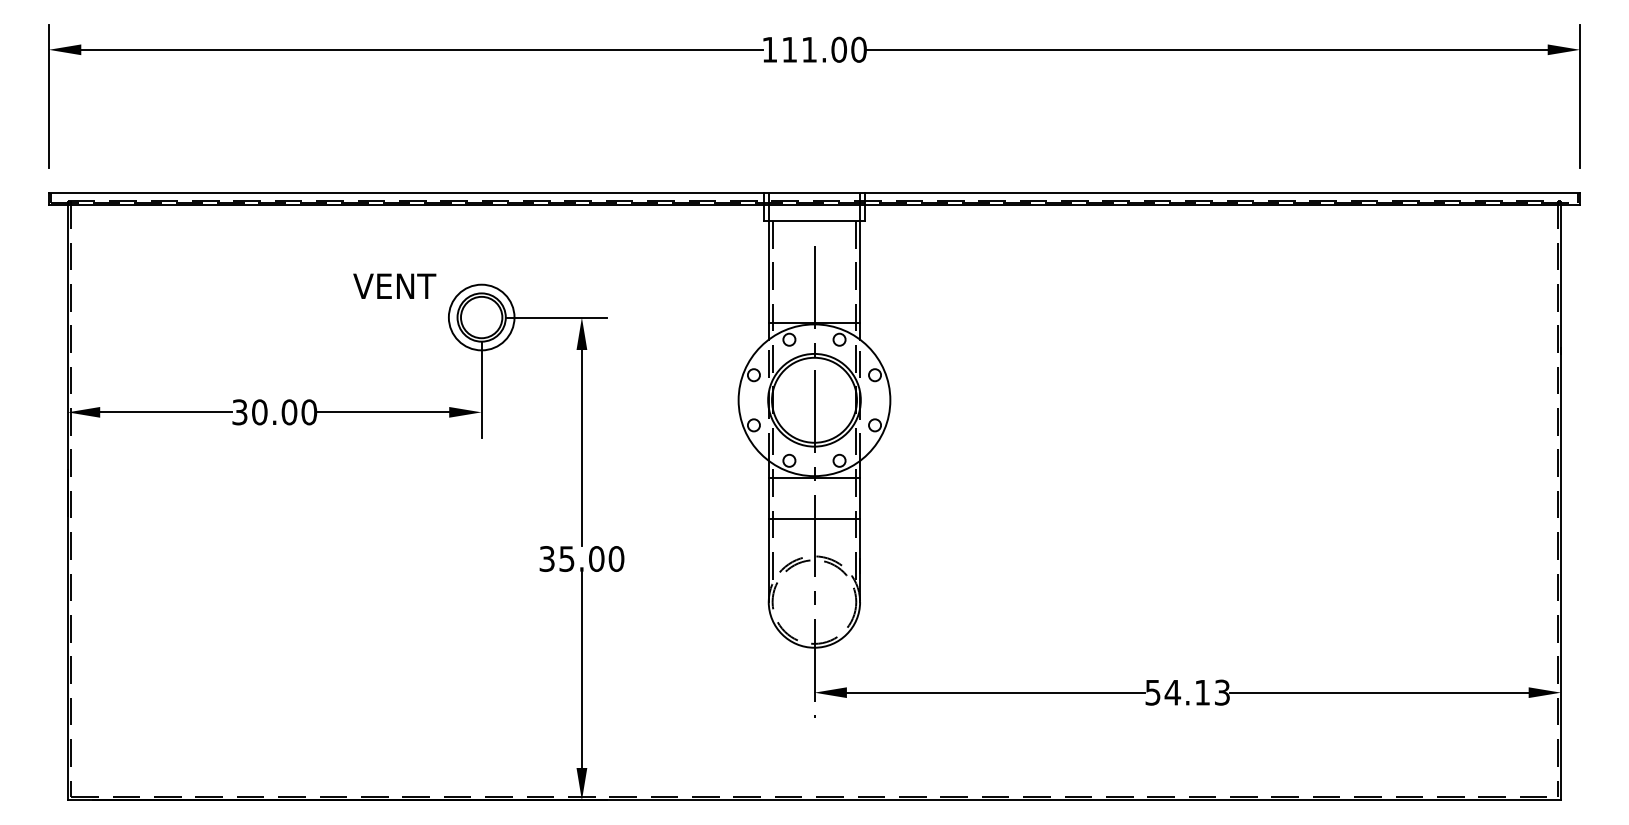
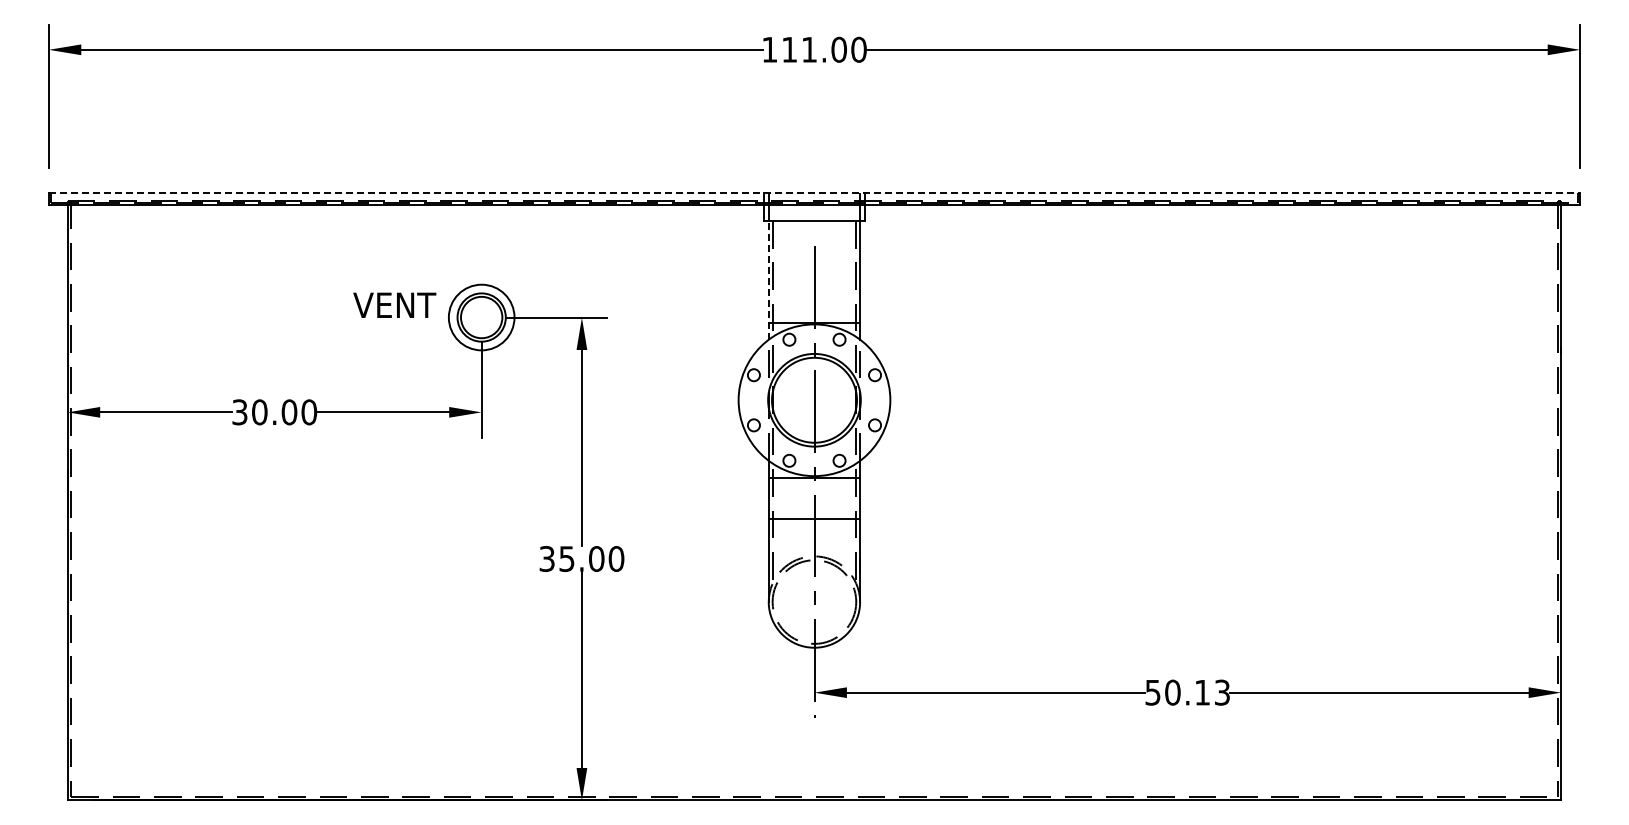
line at (814, 193): solid -> dashed
line at (768, 279): solid -> dashed
text at (394, 285) position: (394, 285) -> (394, 304)
text at (1172, 692): 54.13 -> 50.13
